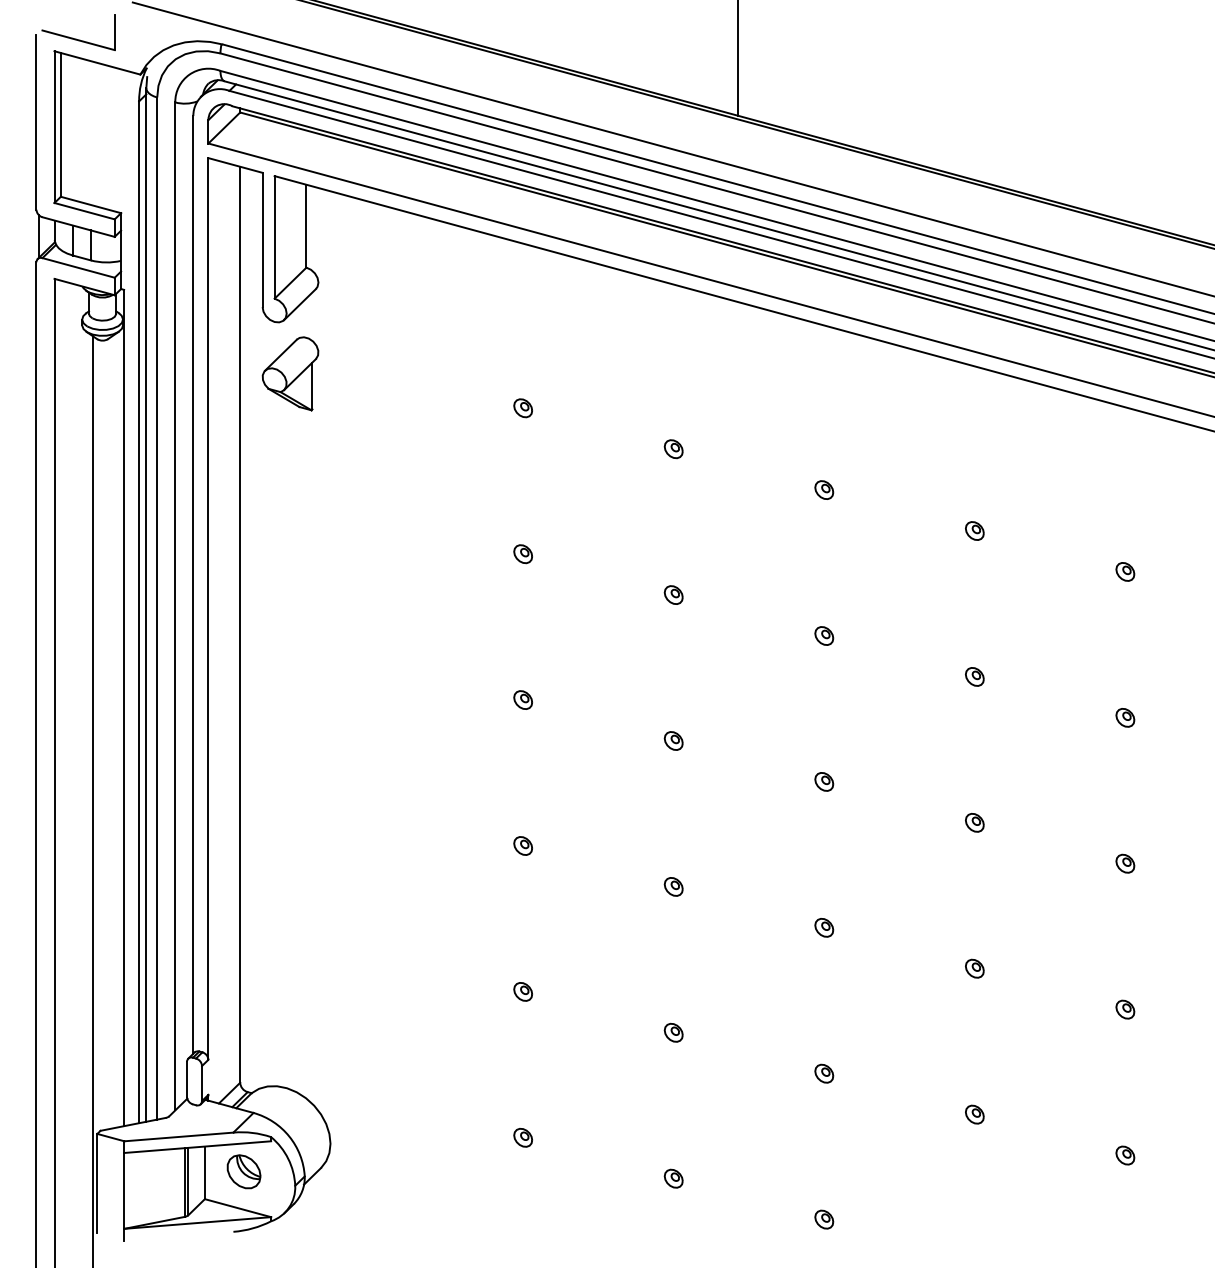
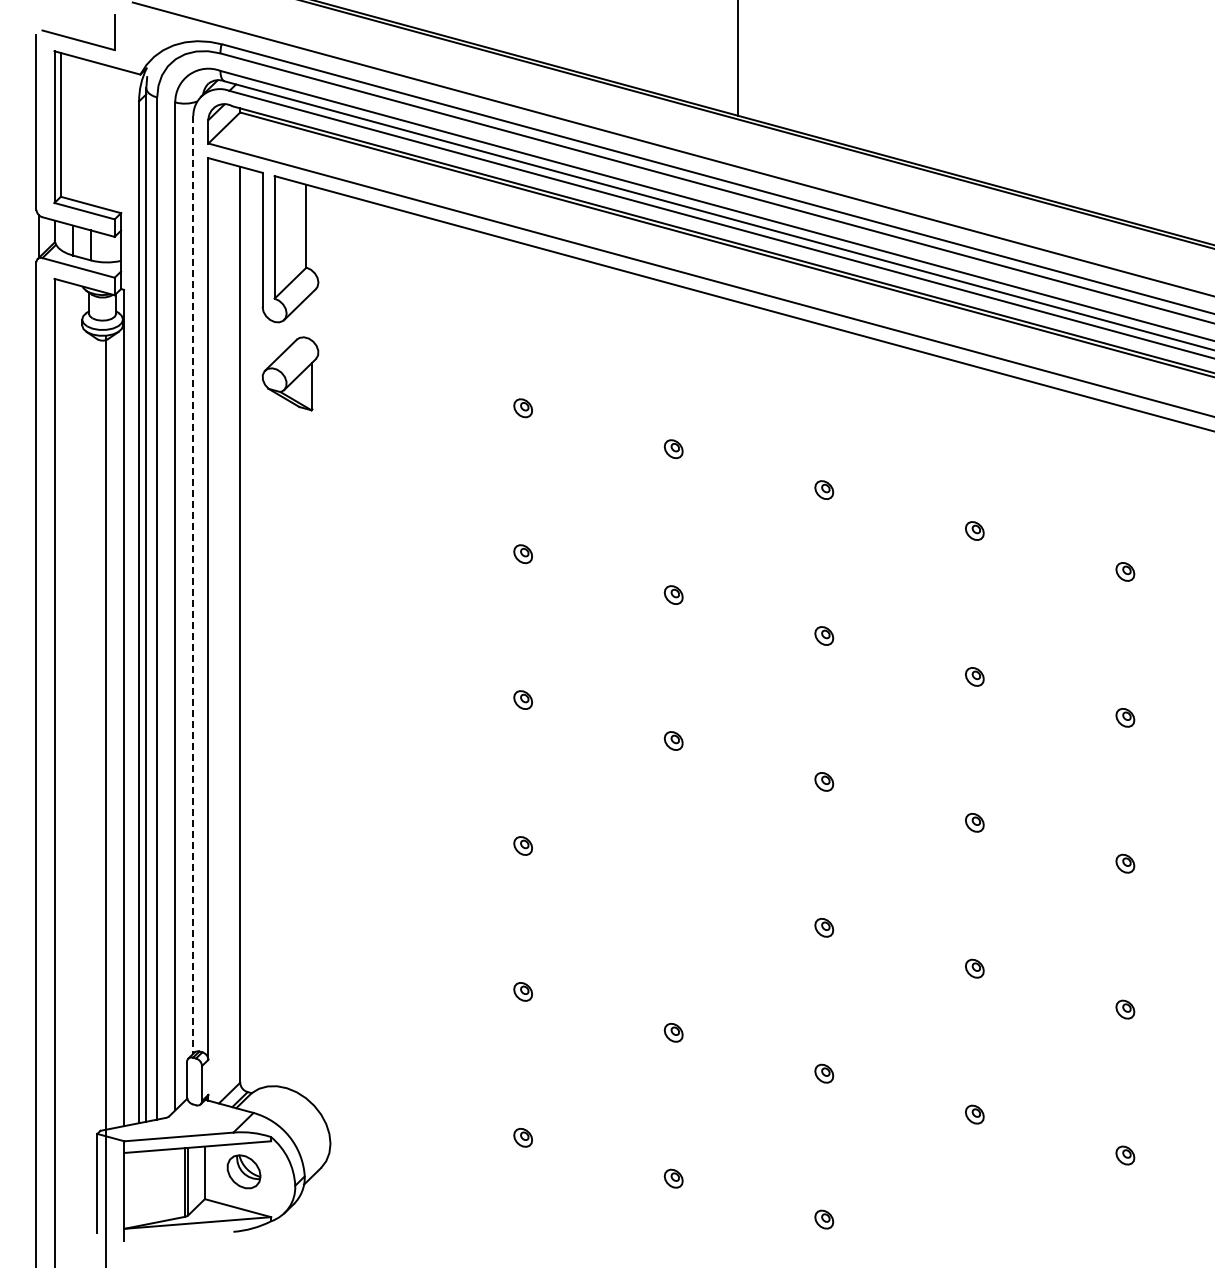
line at (193, 584): solid -> dashed
line at (92, 800) position: (92, 800) -> (105, 800)
part at (673, 886): present -> none
